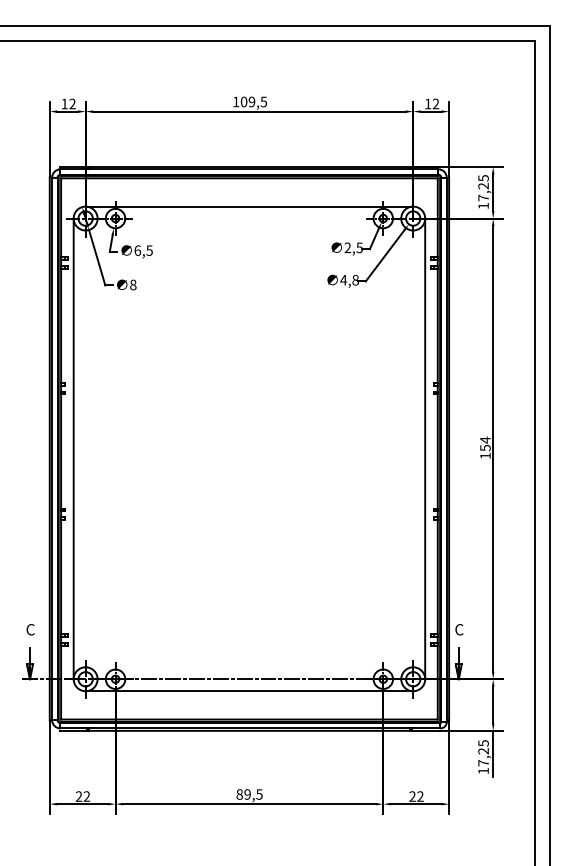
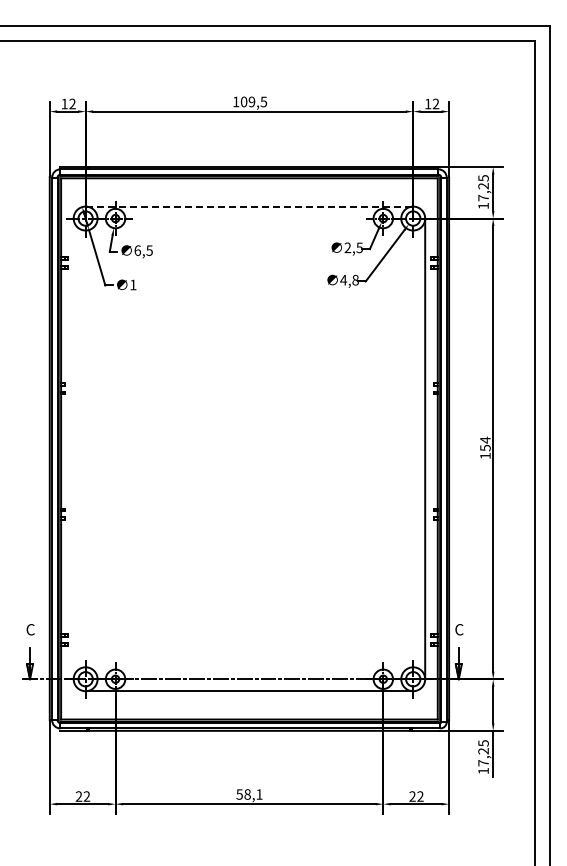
line at (249, 206): solid -> dashed
text at (133, 284): 8 -> 1
line at (73, 448): present -> none
text at (249, 794): 89,5 -> 58,1
